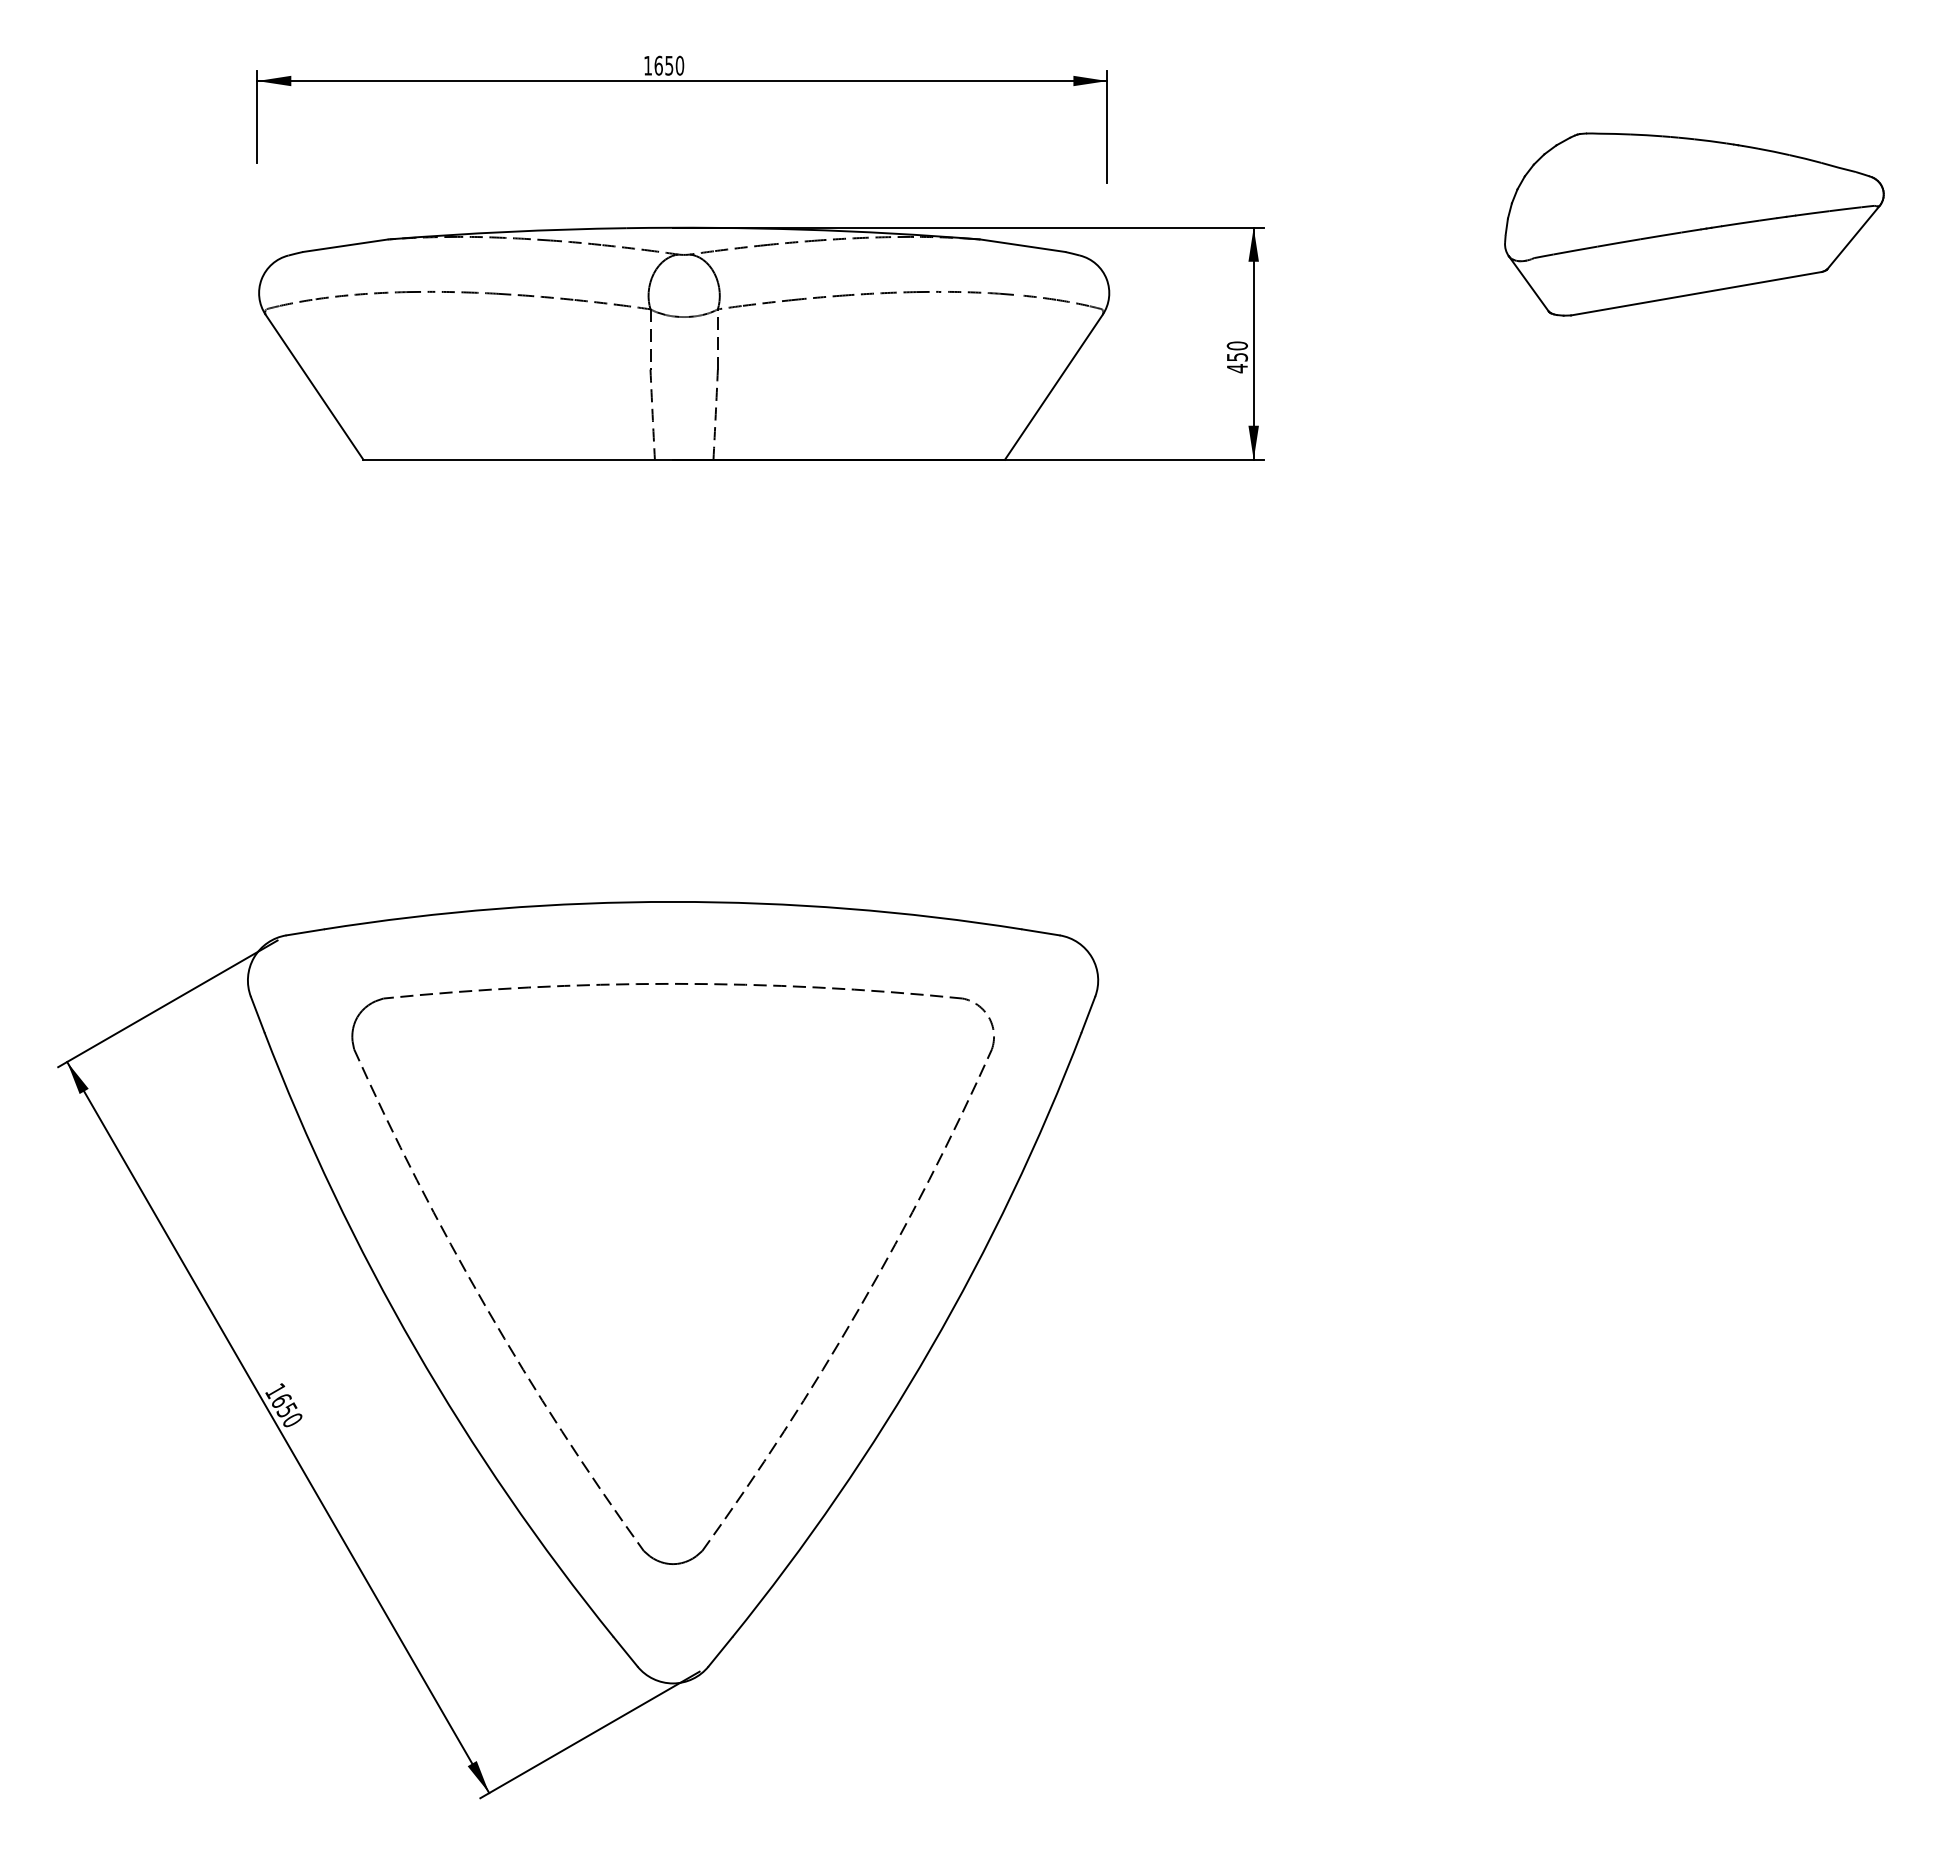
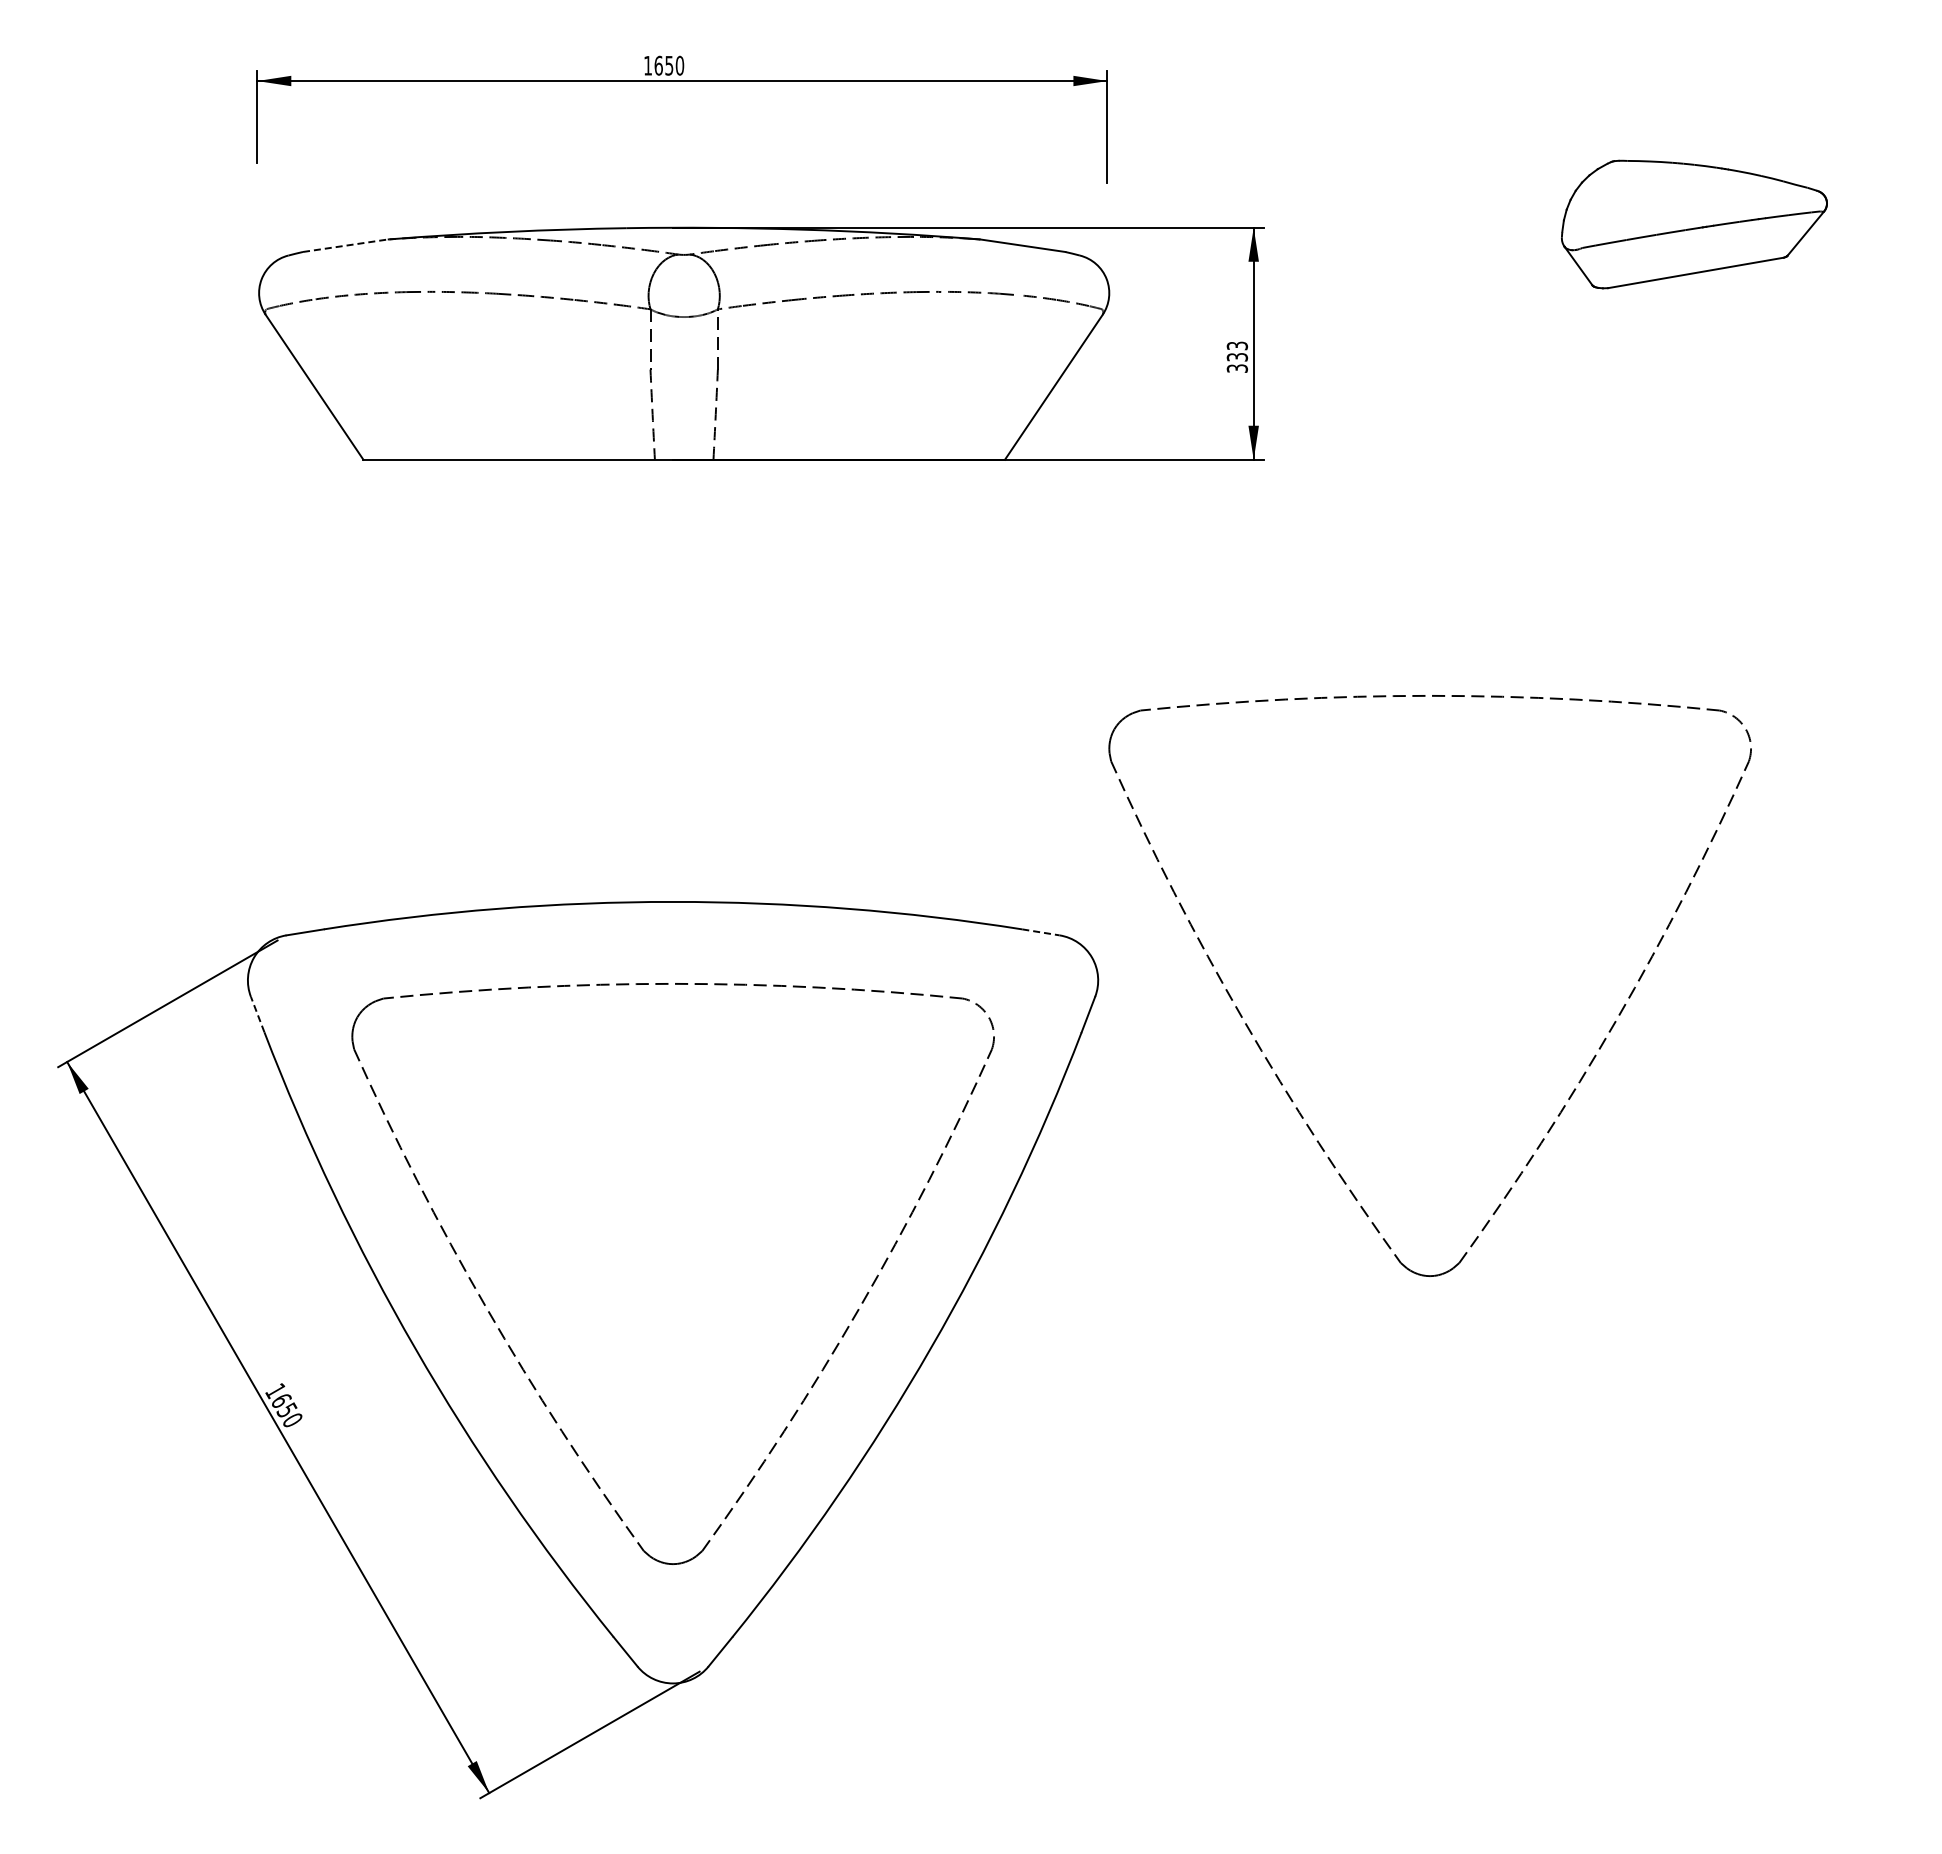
part at (1694, 224) size: 381x185 px -> 267x131 px
line at (345, 245): solid -> dashed
text at (1237, 357): 450 -> 333
line at (1040, 932): solid -> dashed
line at (257, 1014): solid -> dashed
part at (1278, 1076): none -> present
